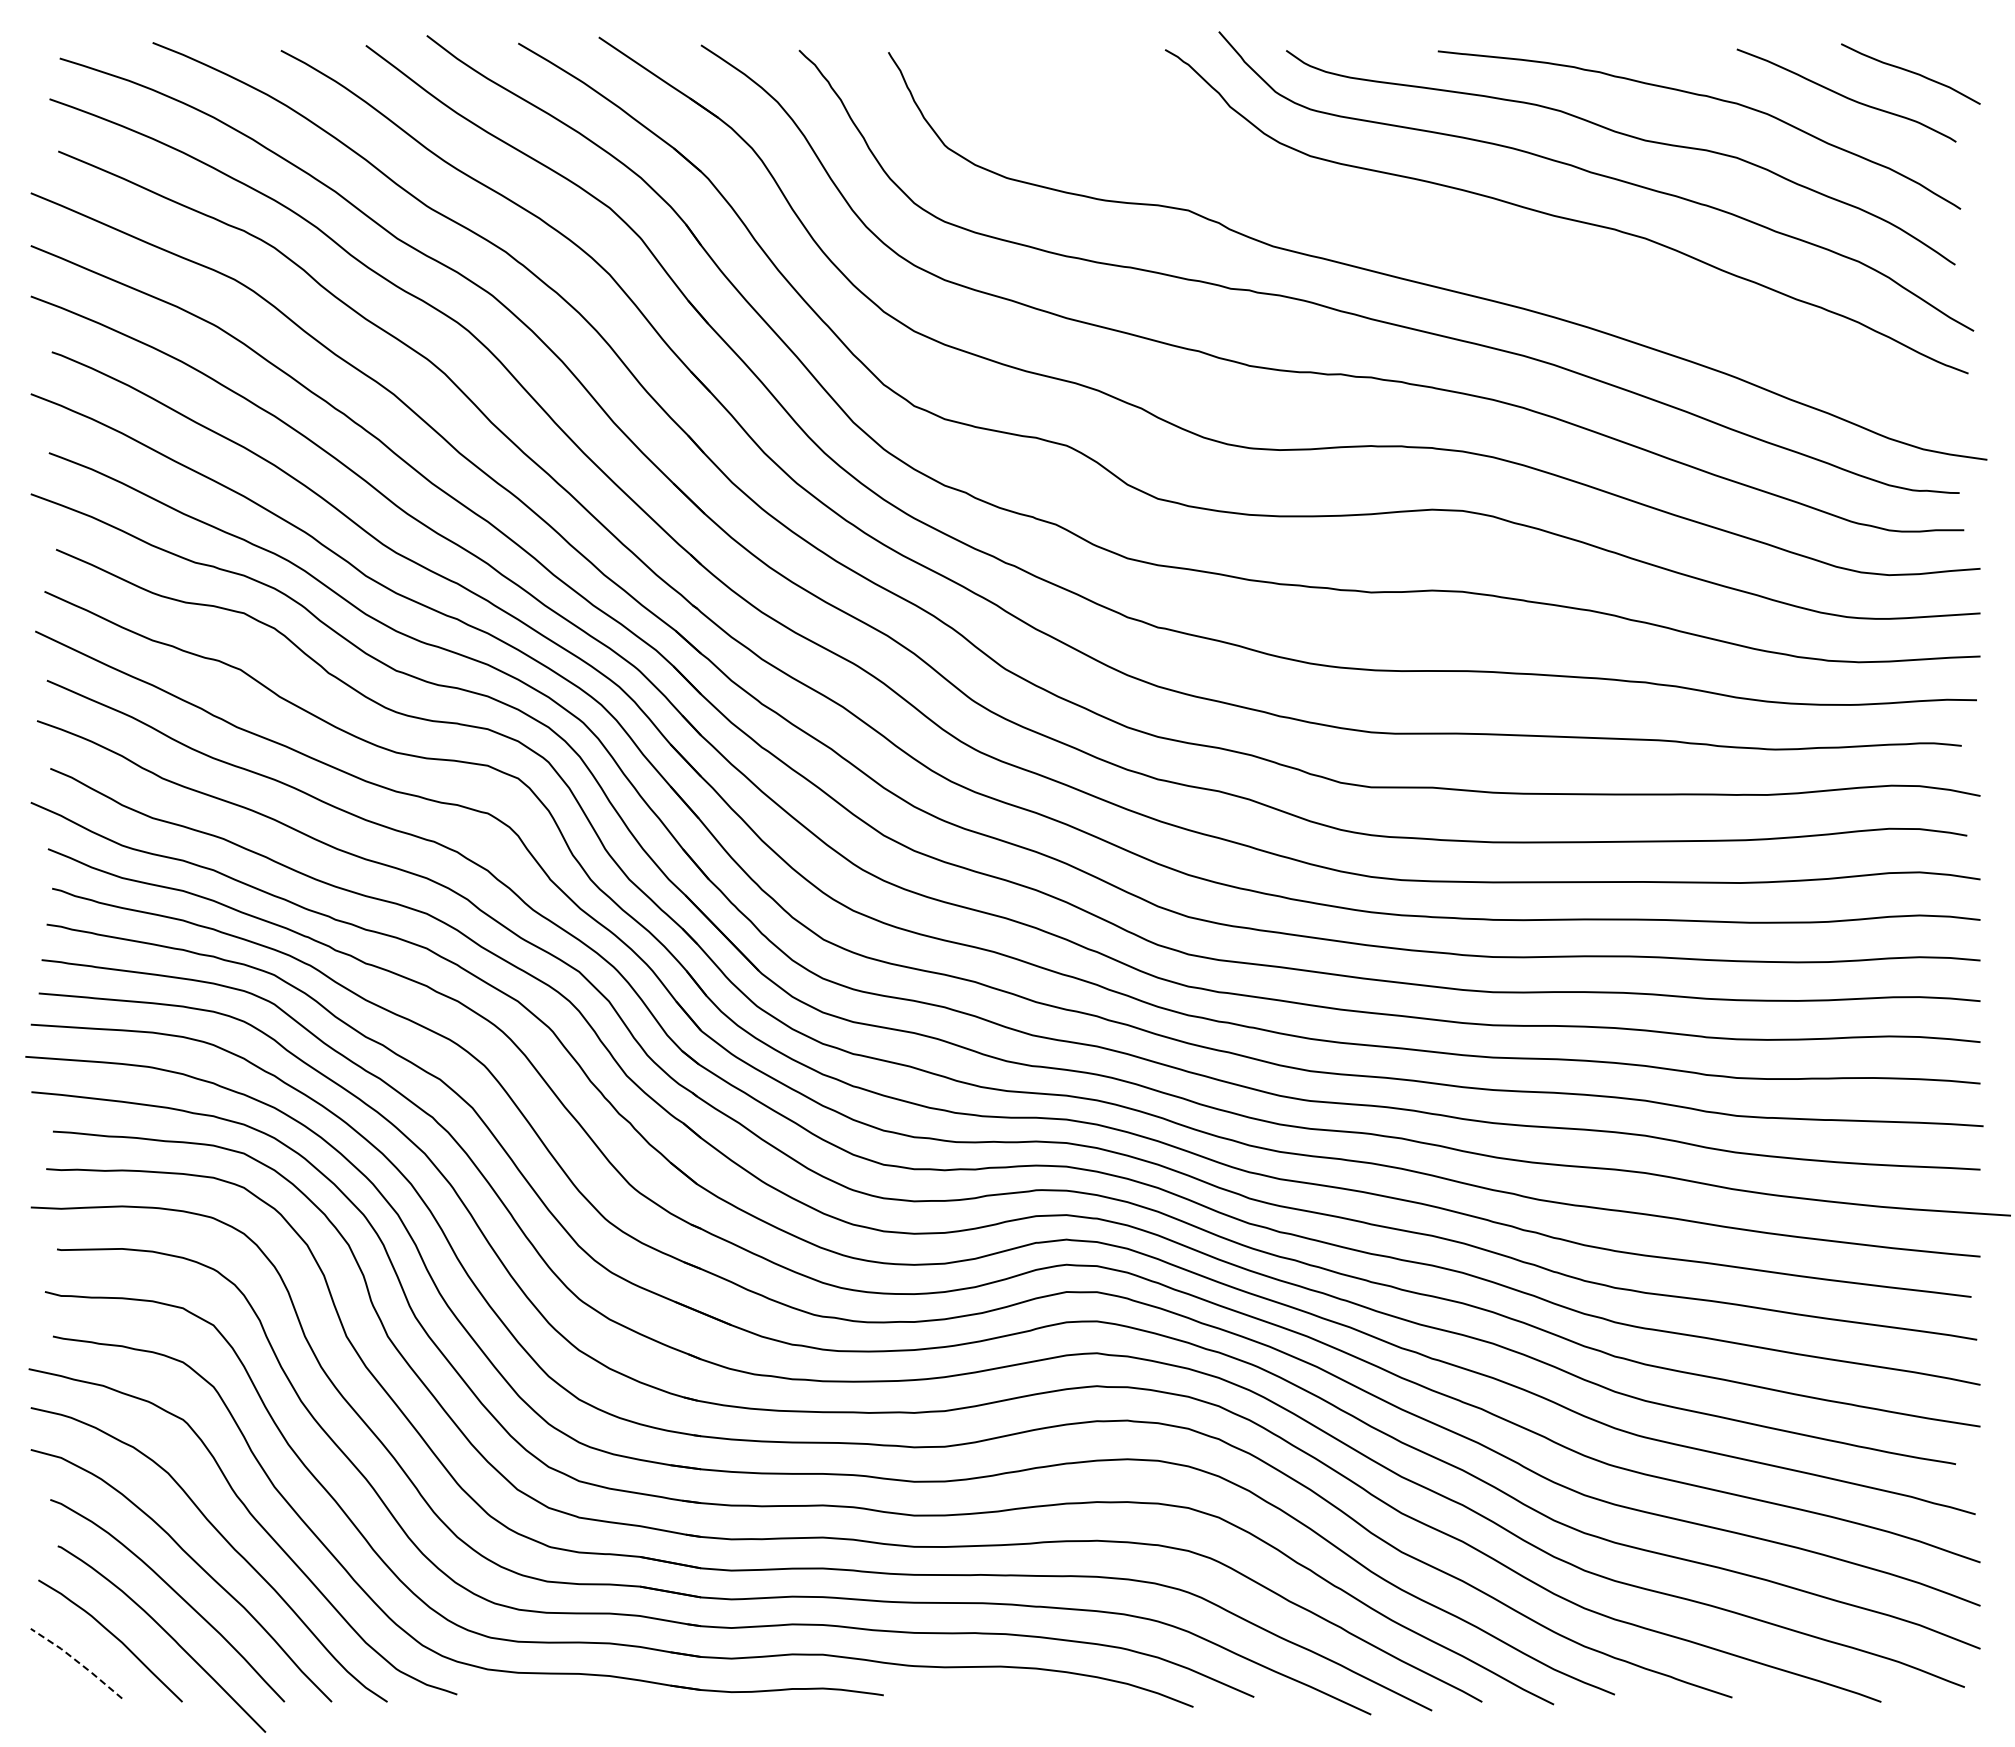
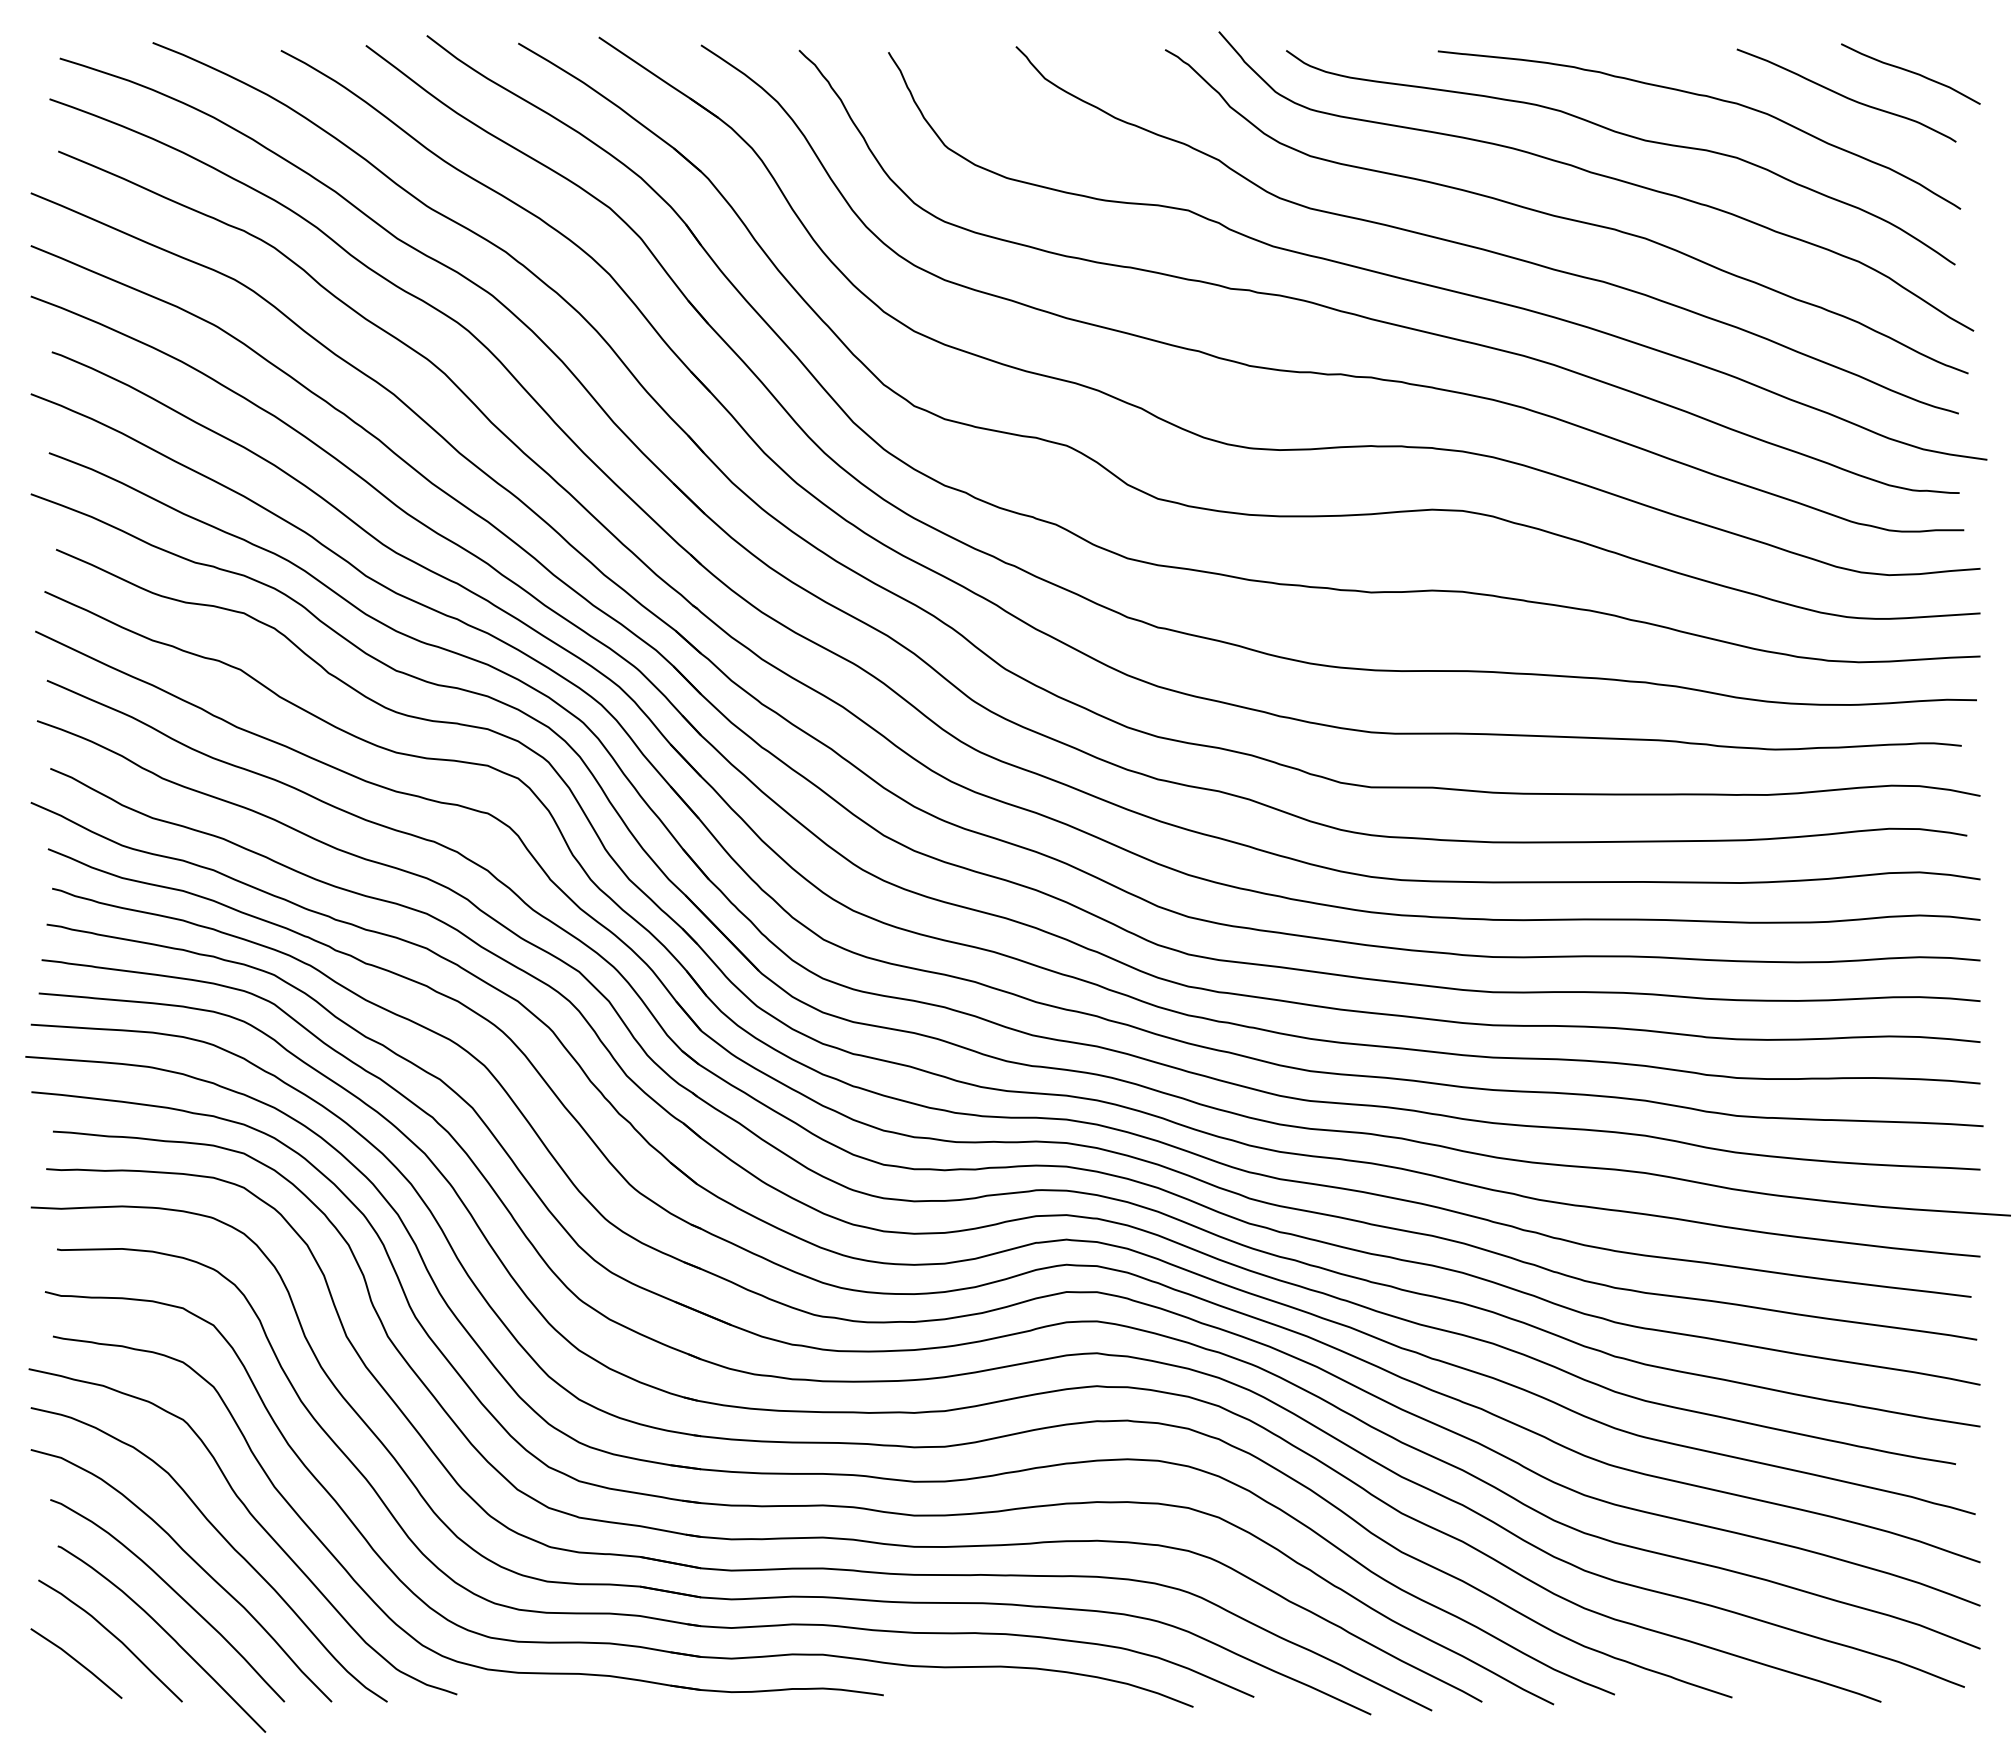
curve at (1480, 247): none -> present
line at (77, 1661): dashed -> solid
